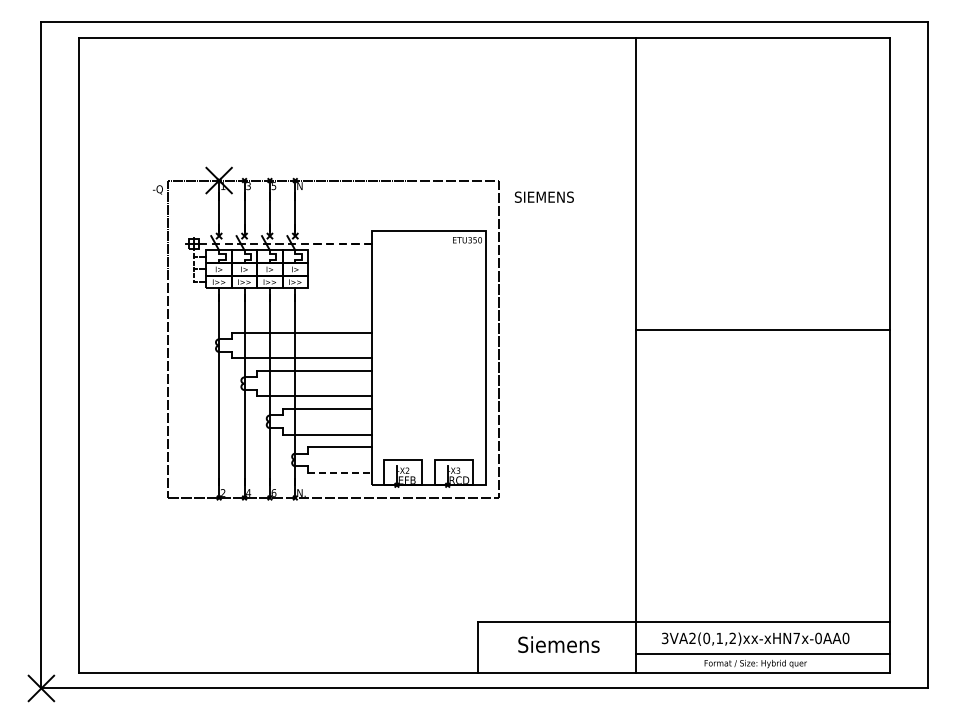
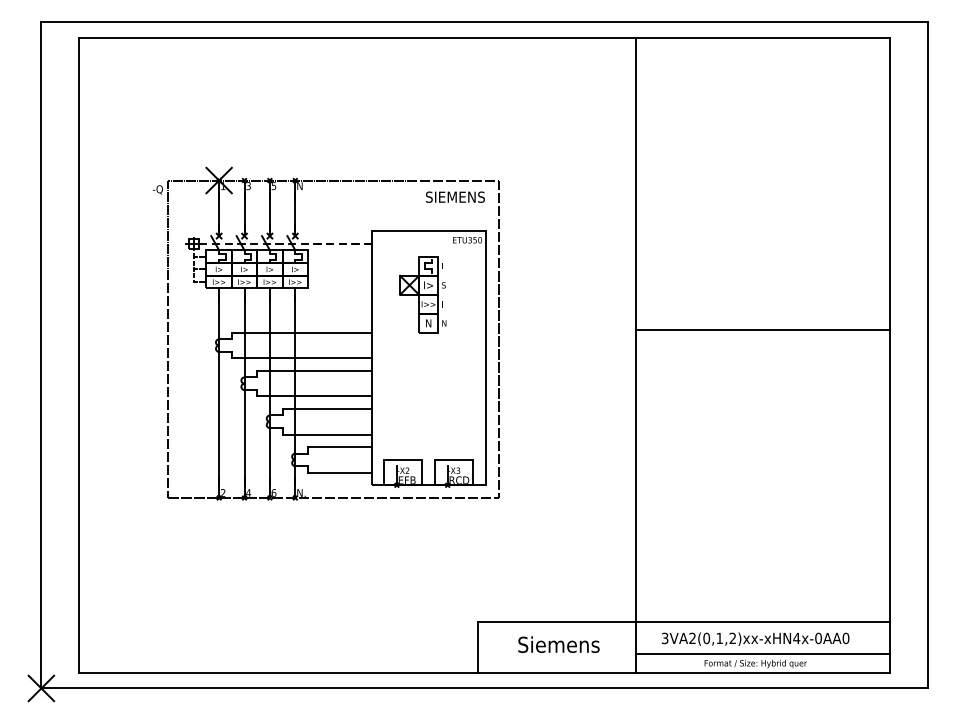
text at (543, 196) position: (543, 196) -> (454, 196)
part at (422, 294): none -> present
line at (339, 472): dashed -> solid
text at (796, 637): 3VA2(0,1,2)xx-xHN7x-0AA0 -> 3VA2(0,1,2)xx-xHN4x-0AA0
